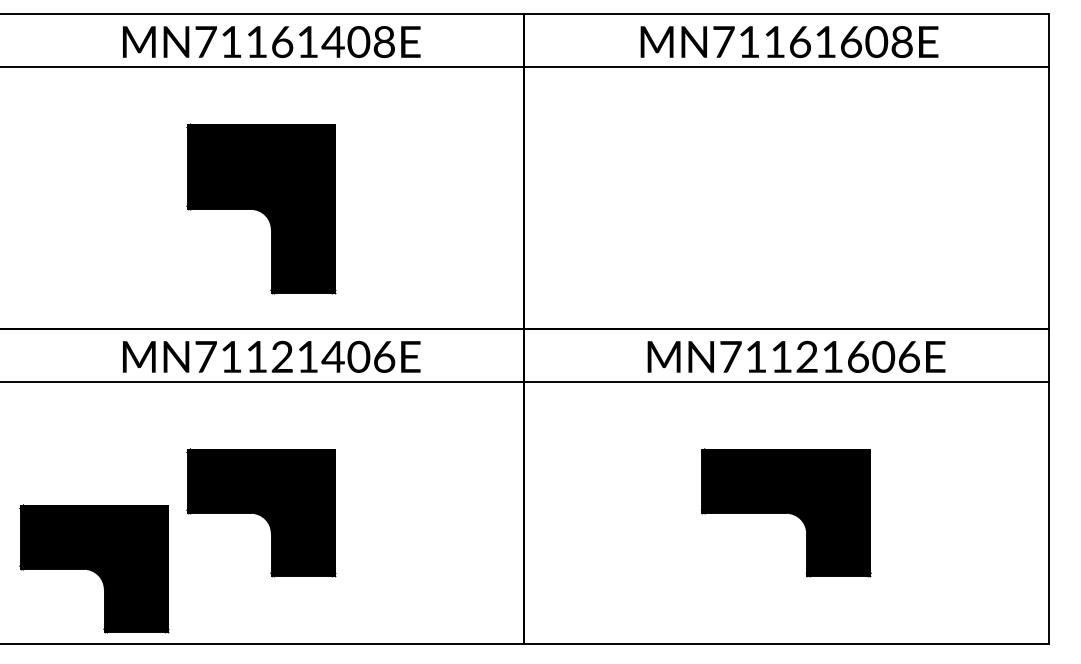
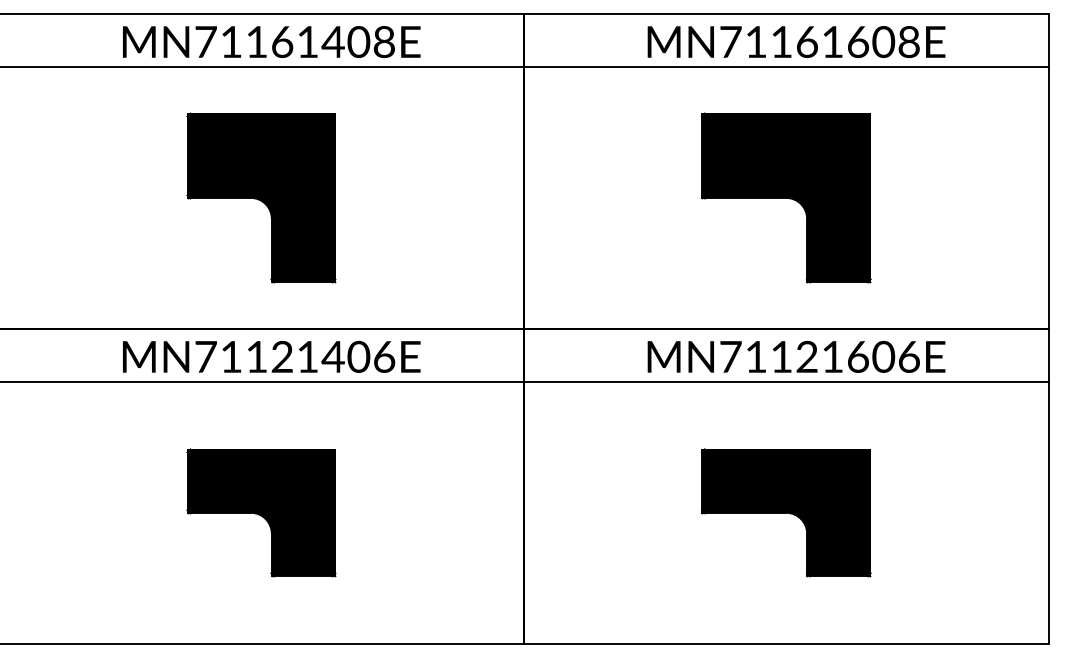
text at (789, 41) position: (789, 41) -> (796, 41)
part at (786, 197): none -> present
part at (261, 208) position: (261, 208) -> (261, 197)
part at (94, 568): present -> none
